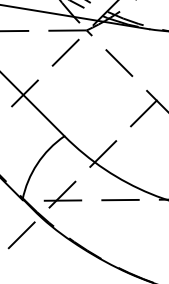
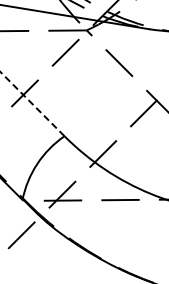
line at (32, 103): solid -> dashed
